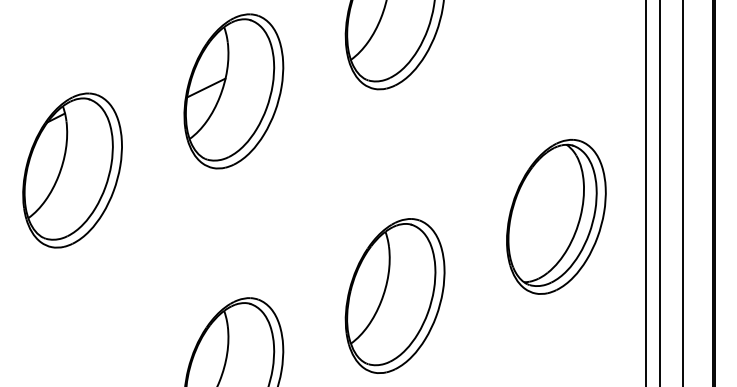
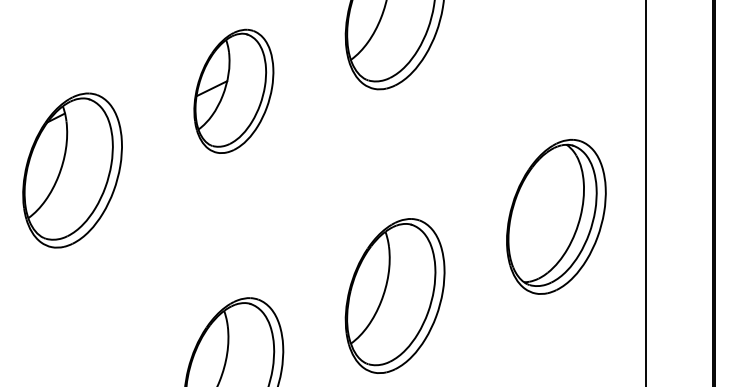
part at (233, 91) size: 102x157 px -> 82x126 px
line at (660, 192): present -> none
line at (682, 192): present -> none
